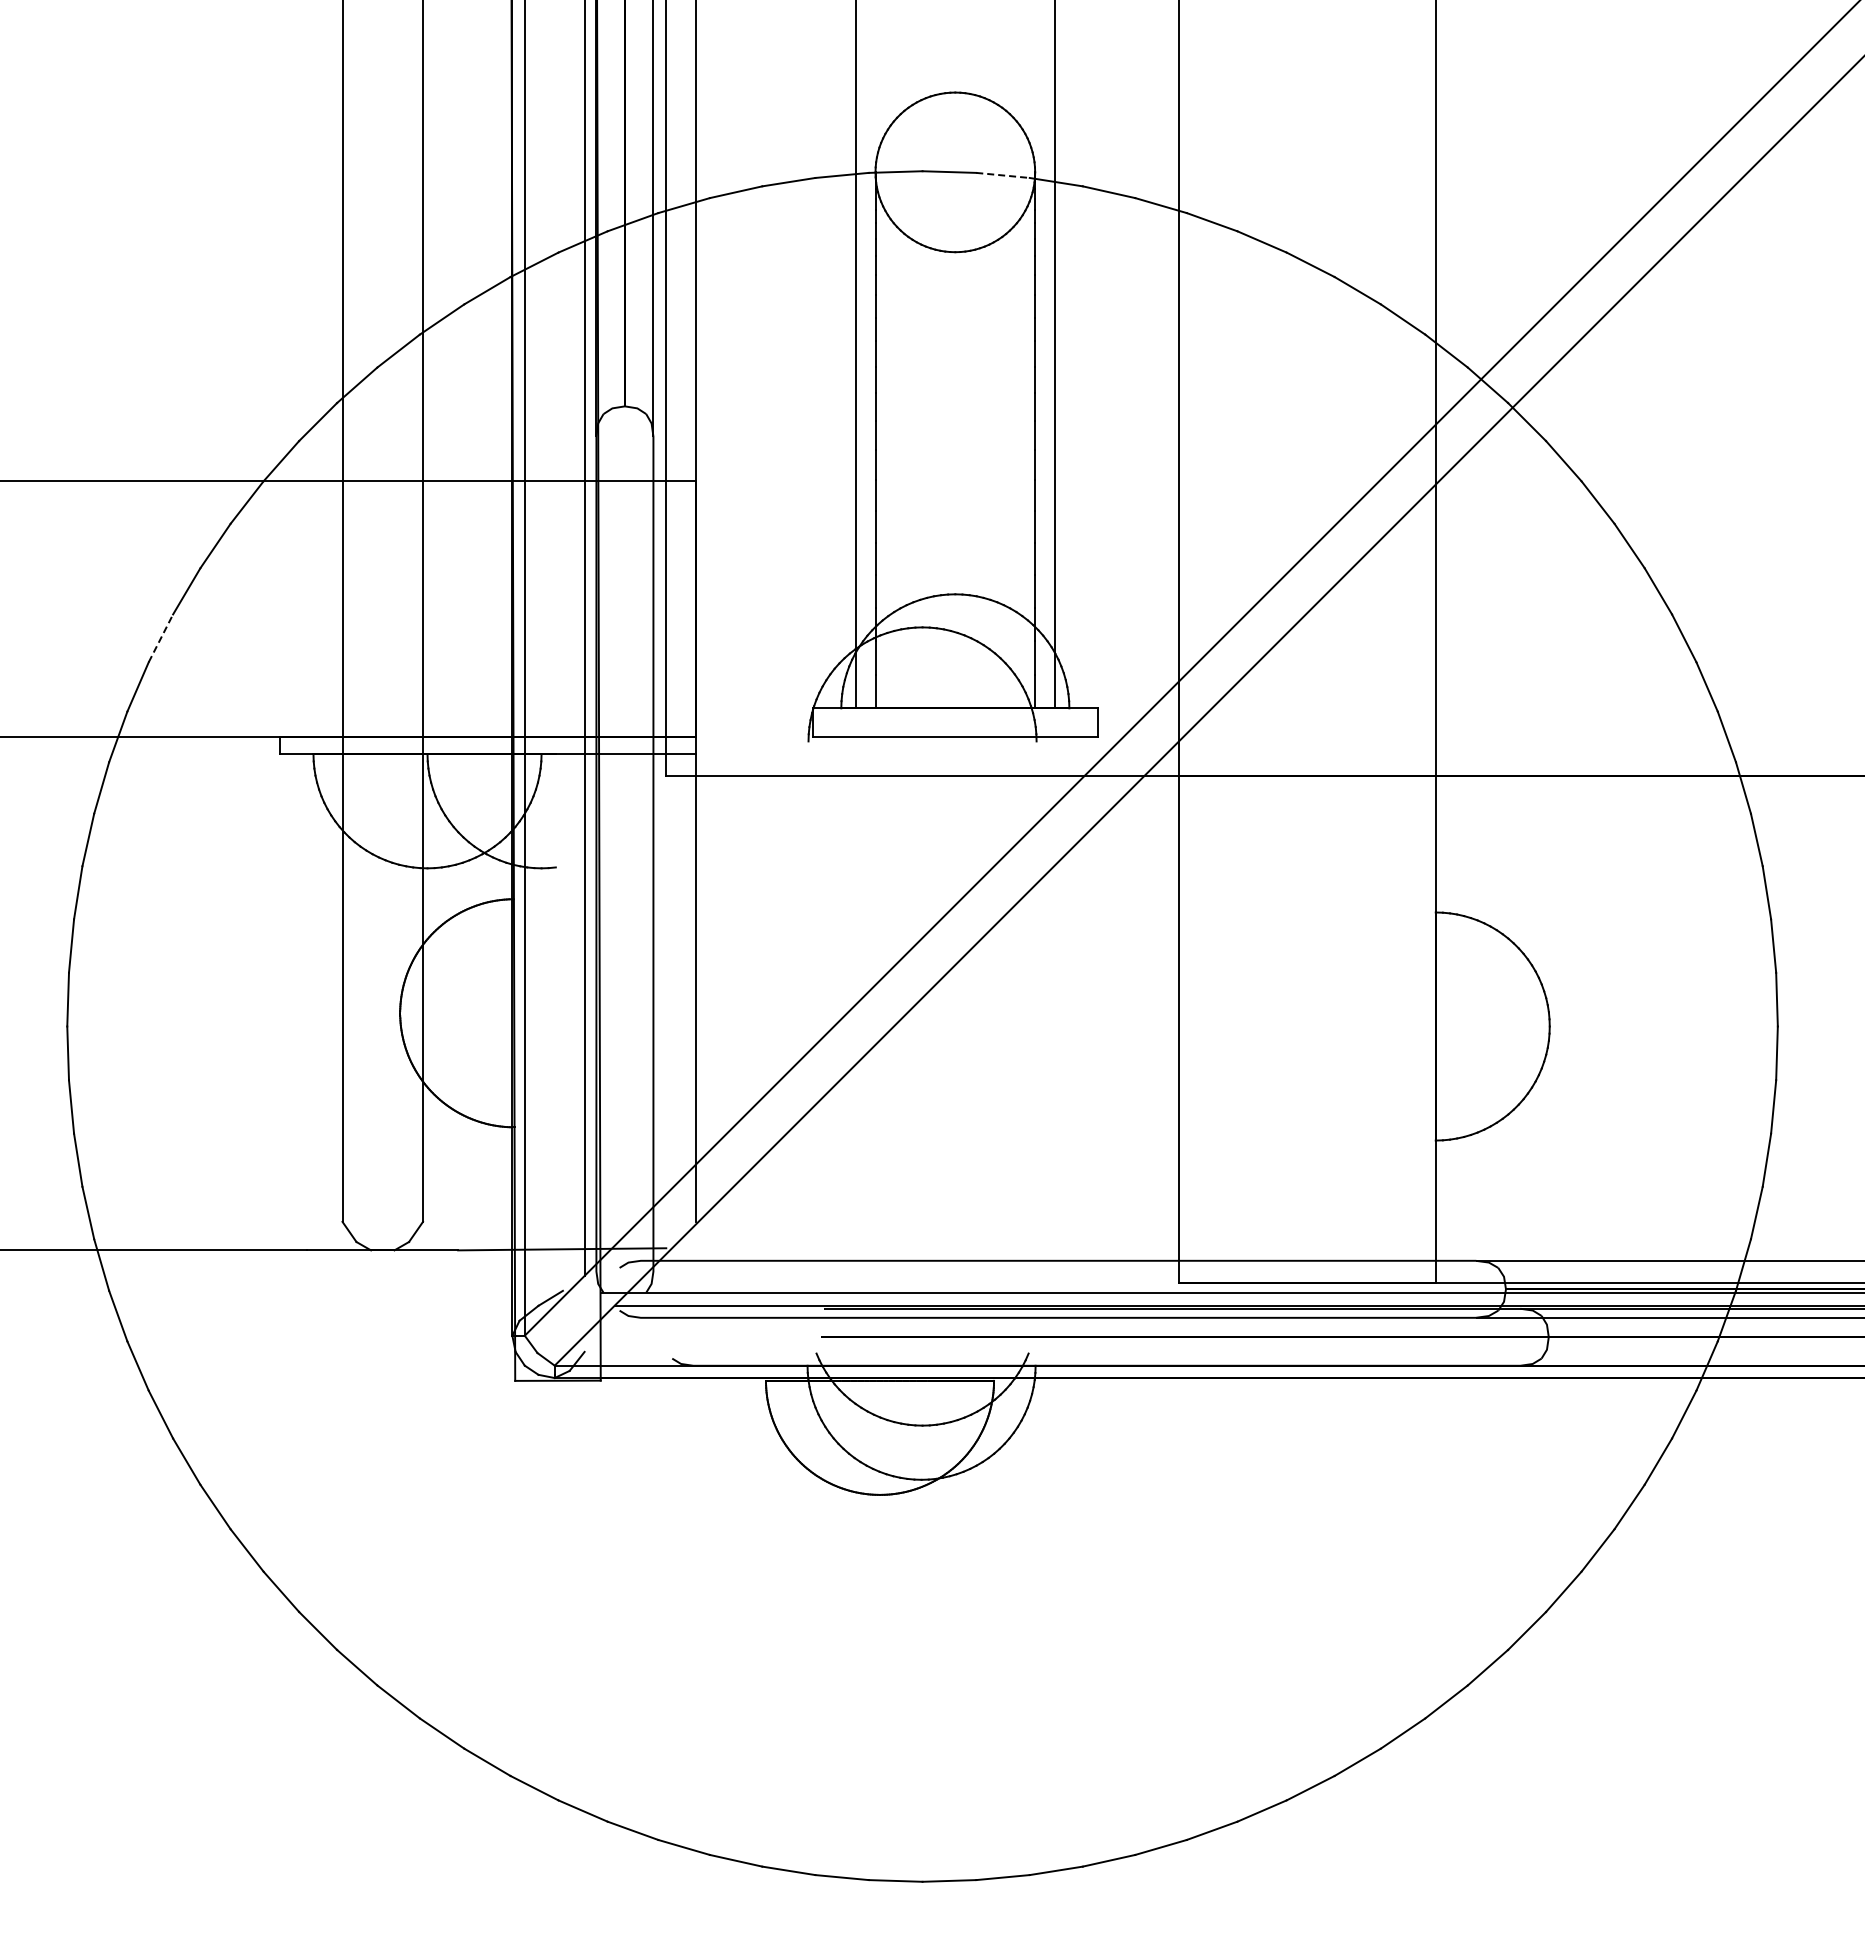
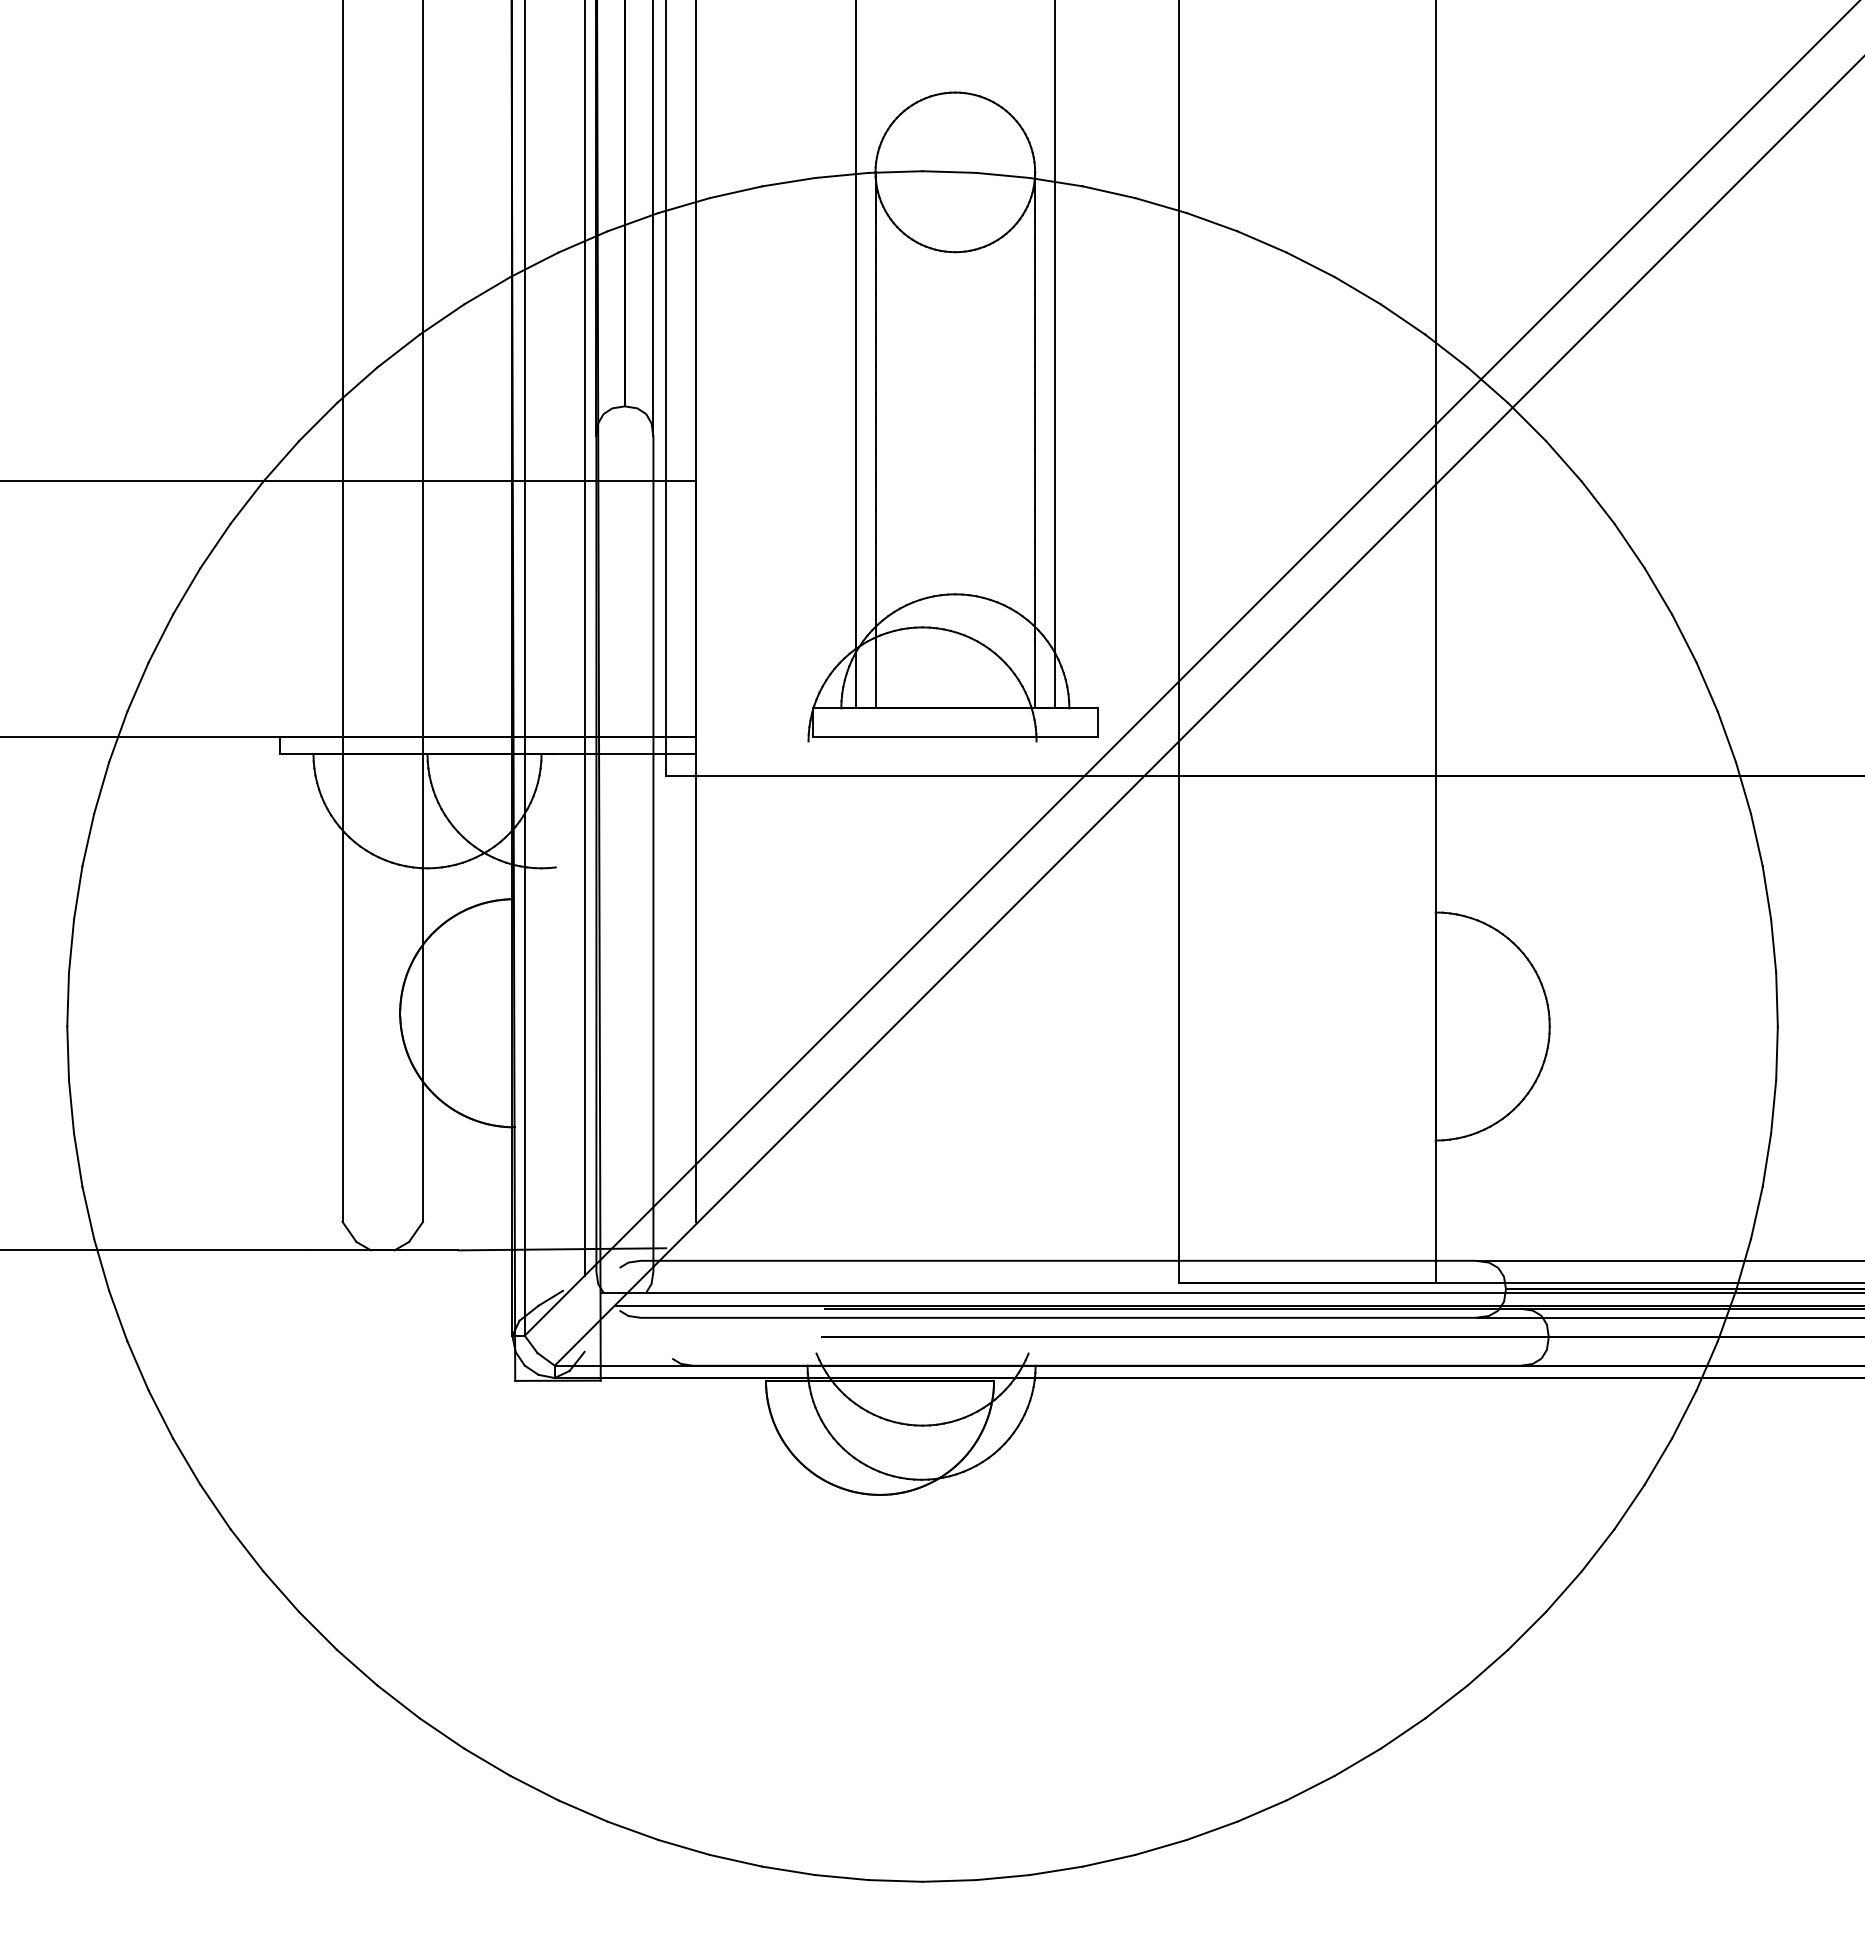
line at (1003, 175): dashed -> solid
line at (160, 638): dashed -> solid
